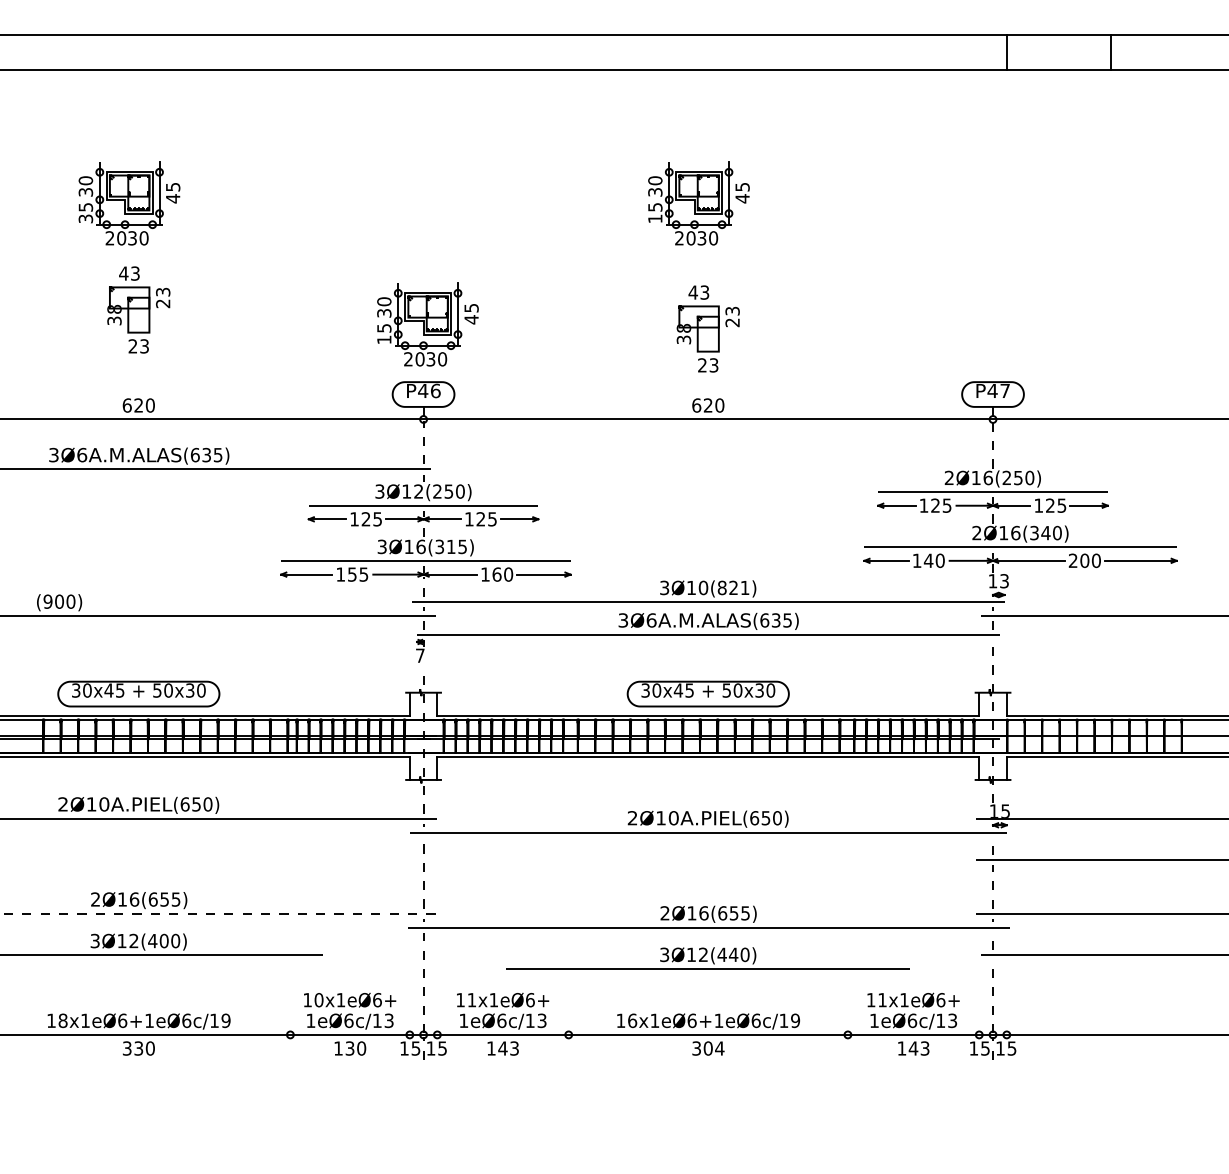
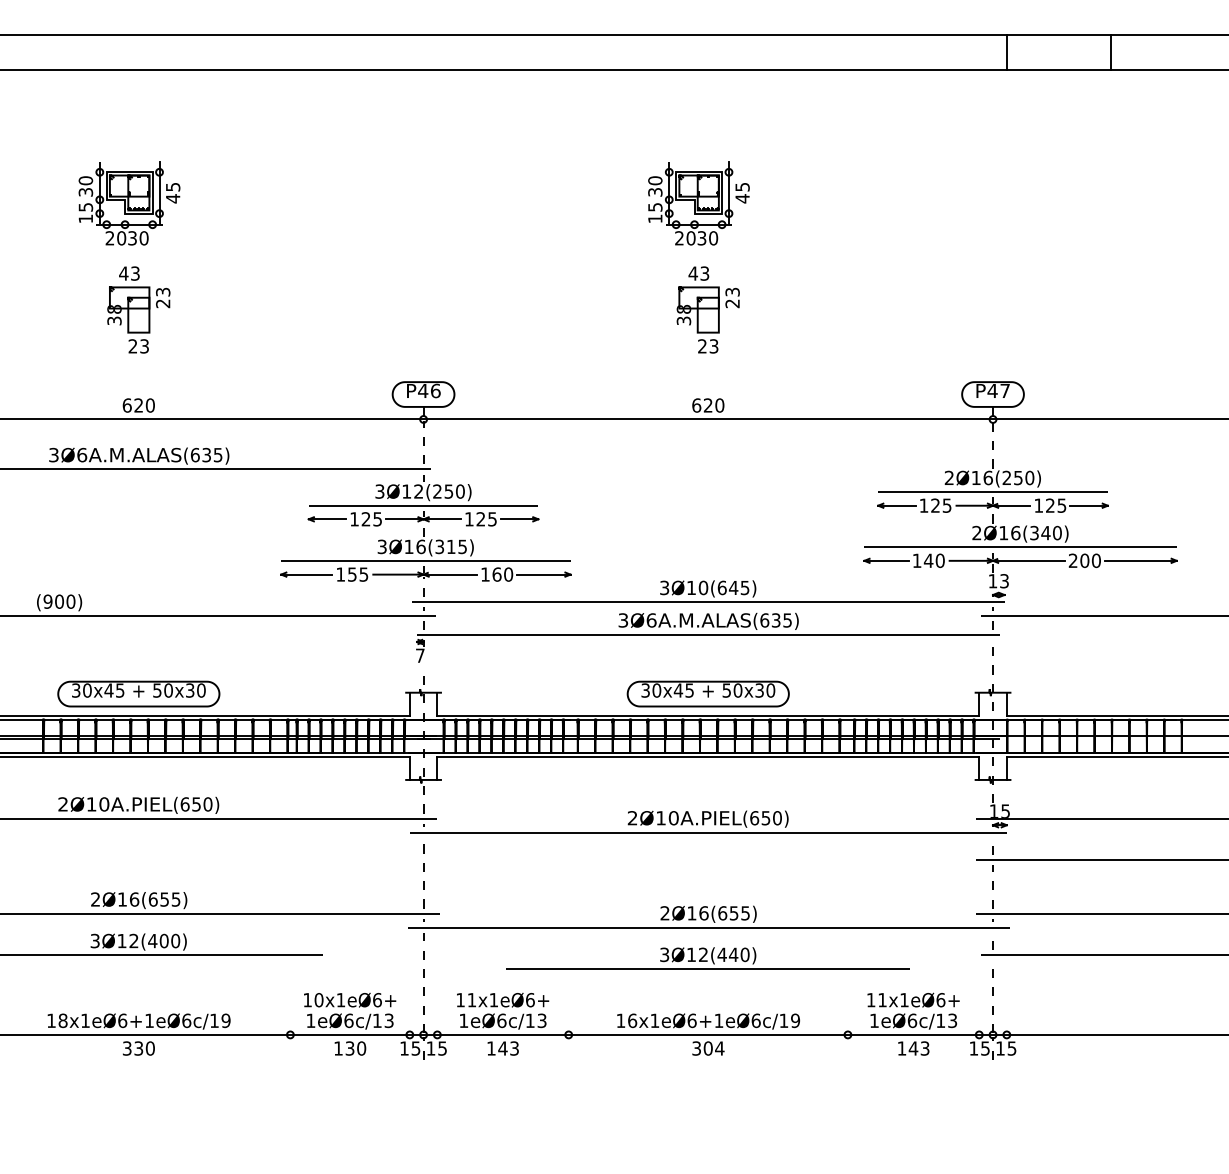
text at (85, 218): 35 -> 15
part at (427, 324): present -> none
part at (707, 328) position: (707, 328) -> (707, 309)
text at (733, 587): (821) -> (645)
line at (220, 913): dashed -> solid
